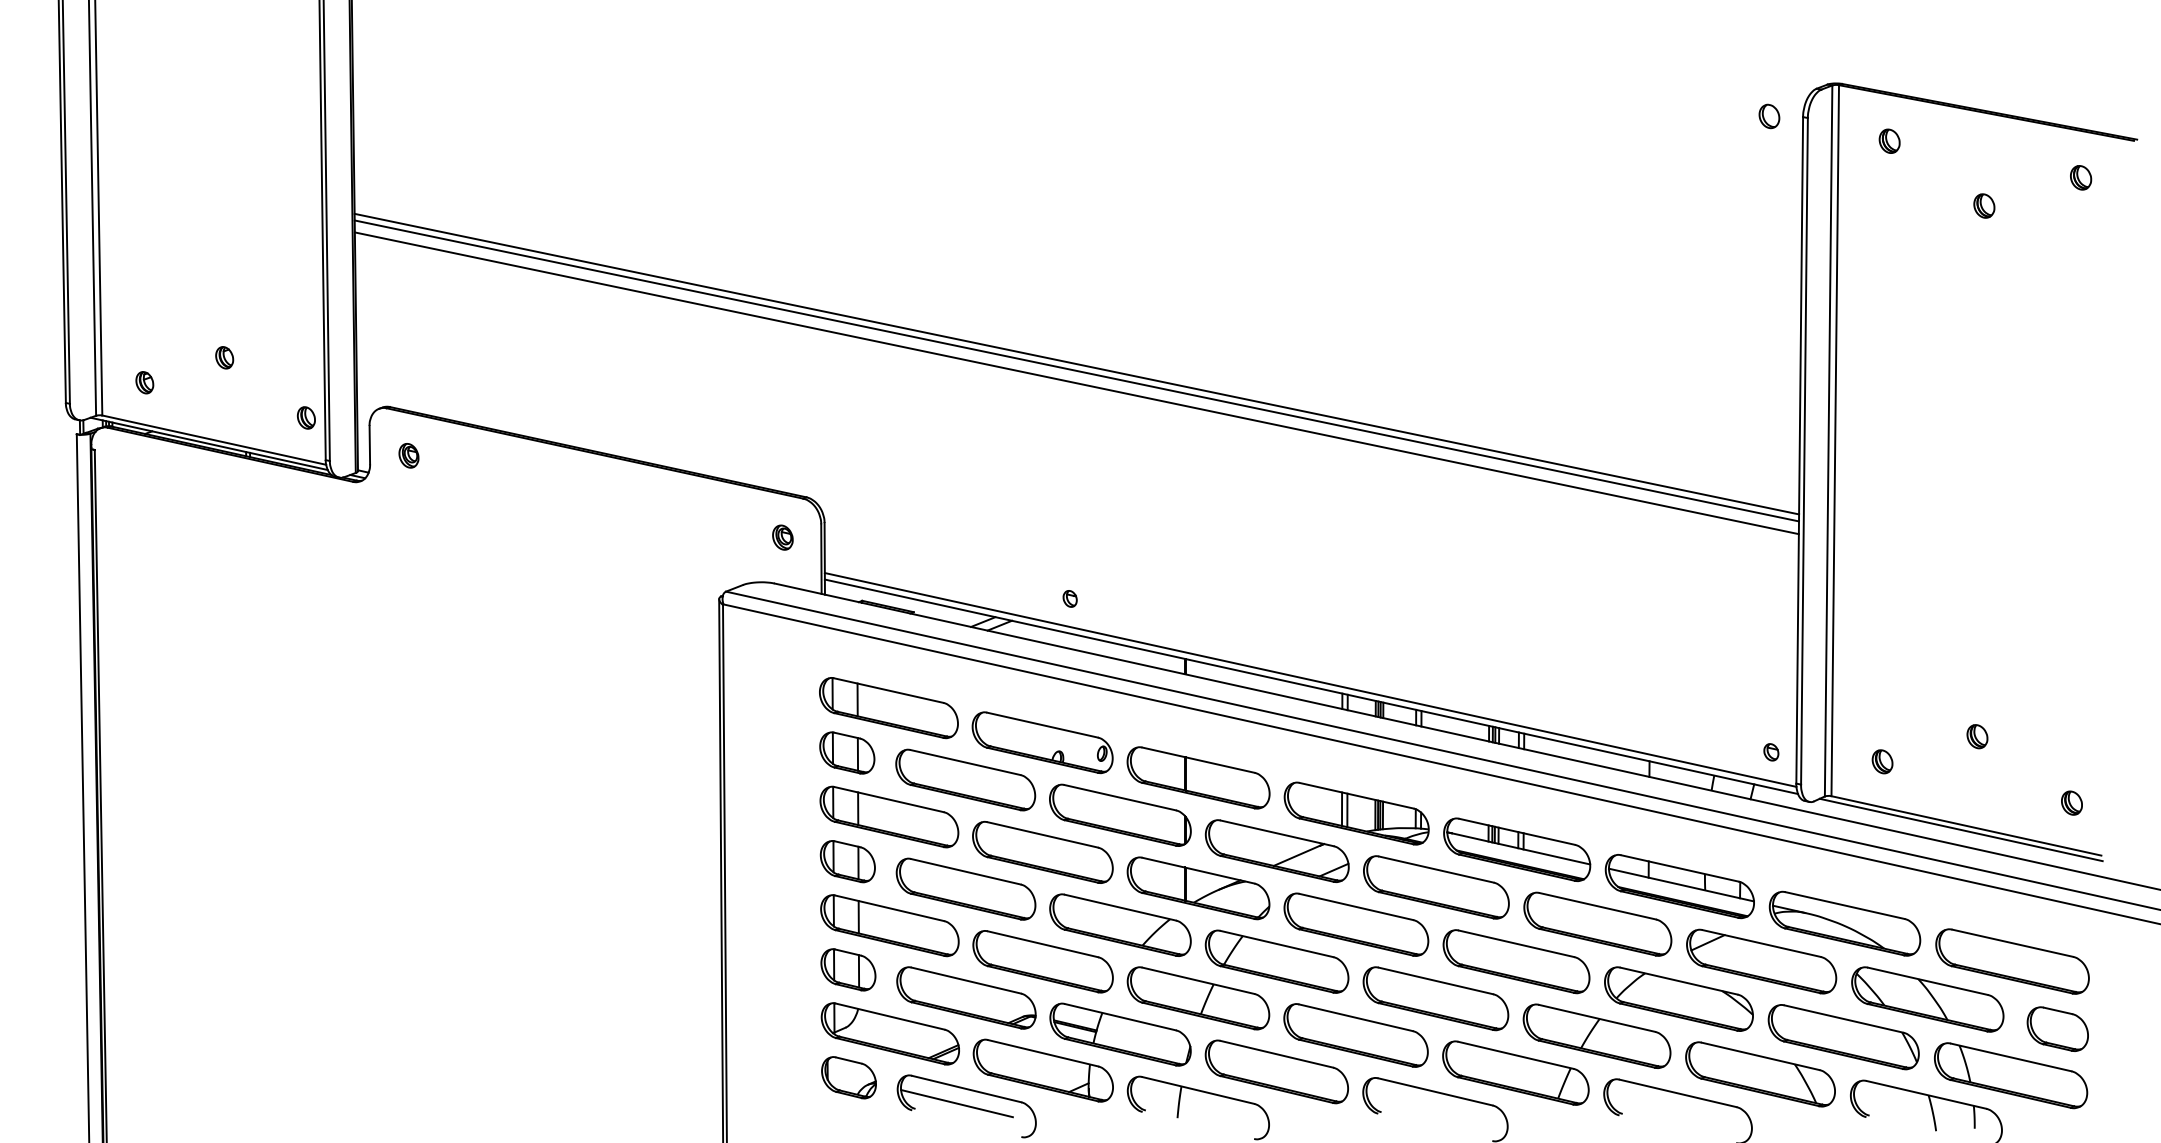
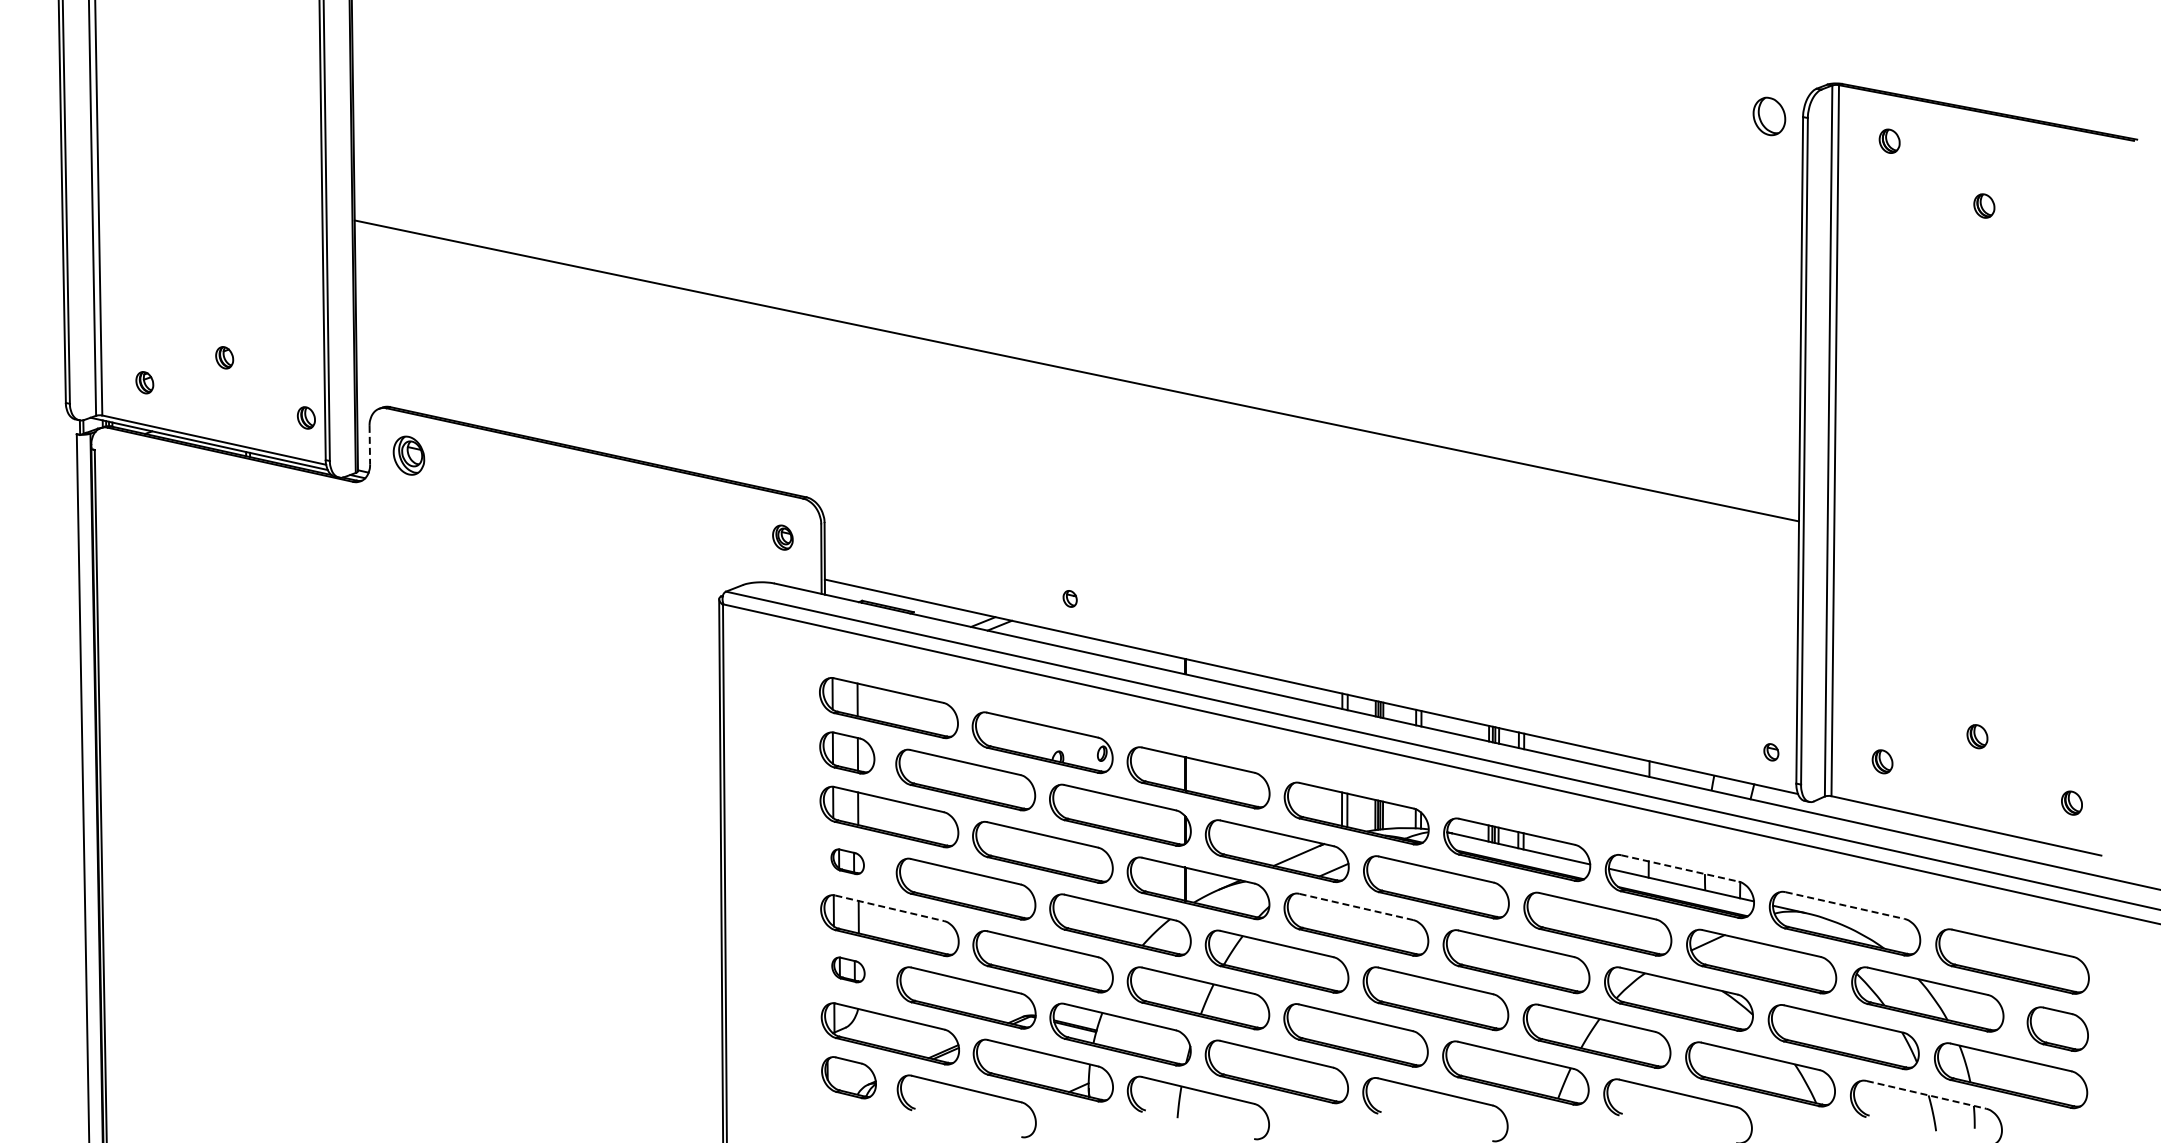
part at (1769, 116) size: 23x27 px -> 35x41 px
part at (2081, 177): present -> none
line at (1076, 363): present -> none
line at (1076, 383): present -> none
line at (369, 445): solid -> dashed
part at (408, 455) size: 22x26 px -> 34x41 px
line at (1310, 679): present -> none
line at (1960, 829): present -> none
part at (847, 861) size: 57x44 px -> 35x28 px
line at (1680, 868): solid -> dashed
line at (1845, 905): solid -> dashed
line at (1356, 907): solid -> dashed
line at (889, 908): solid -> dashed
part at (848, 969) size: 57x44 px -> 35x28 px
line at (1927, 1095): solid -> dashed
line at (956, 1103): present -> none
